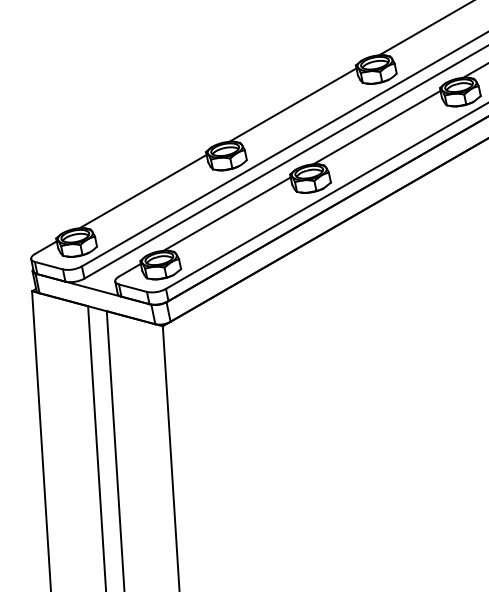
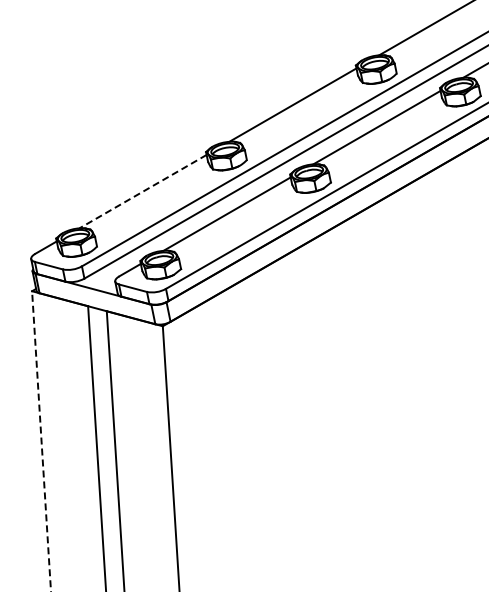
line at (142, 191): solid -> dashed
line at (41, 440): solid -> dashed
